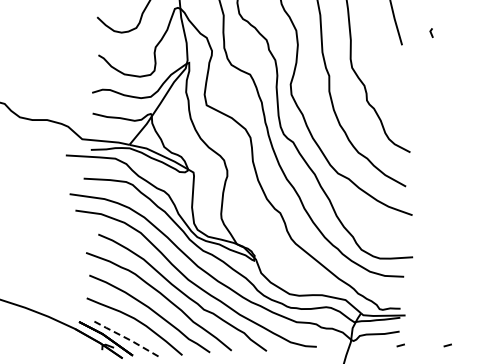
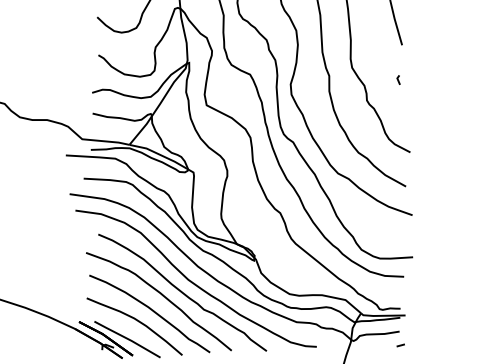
line at (431, 32) position: (431, 32) -> (398, 79)
line at (128, 339): dashed -> solid
line at (447, 345): present -> none
